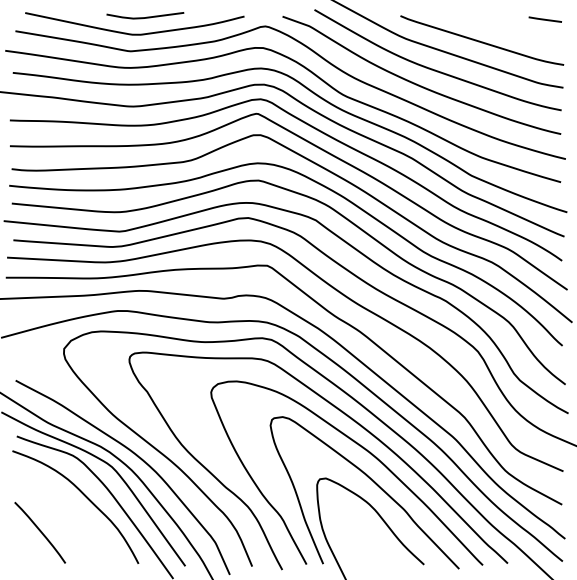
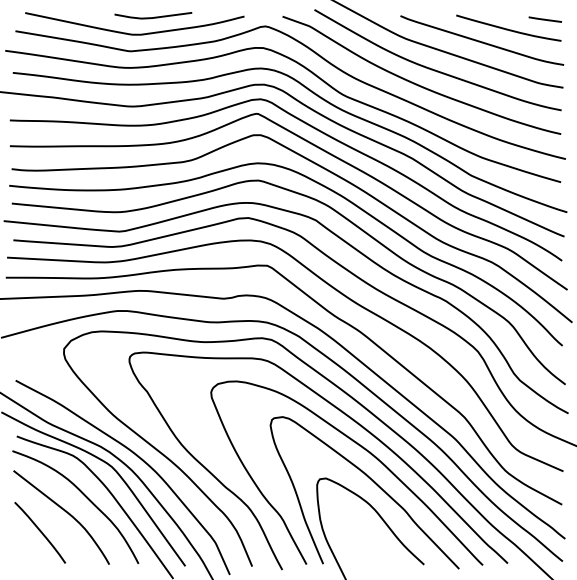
line at (146, 16) position: (146, 16) -> (154, 16)
curve at (507, 28): none -> present
curve at (65, 512): none -> present
